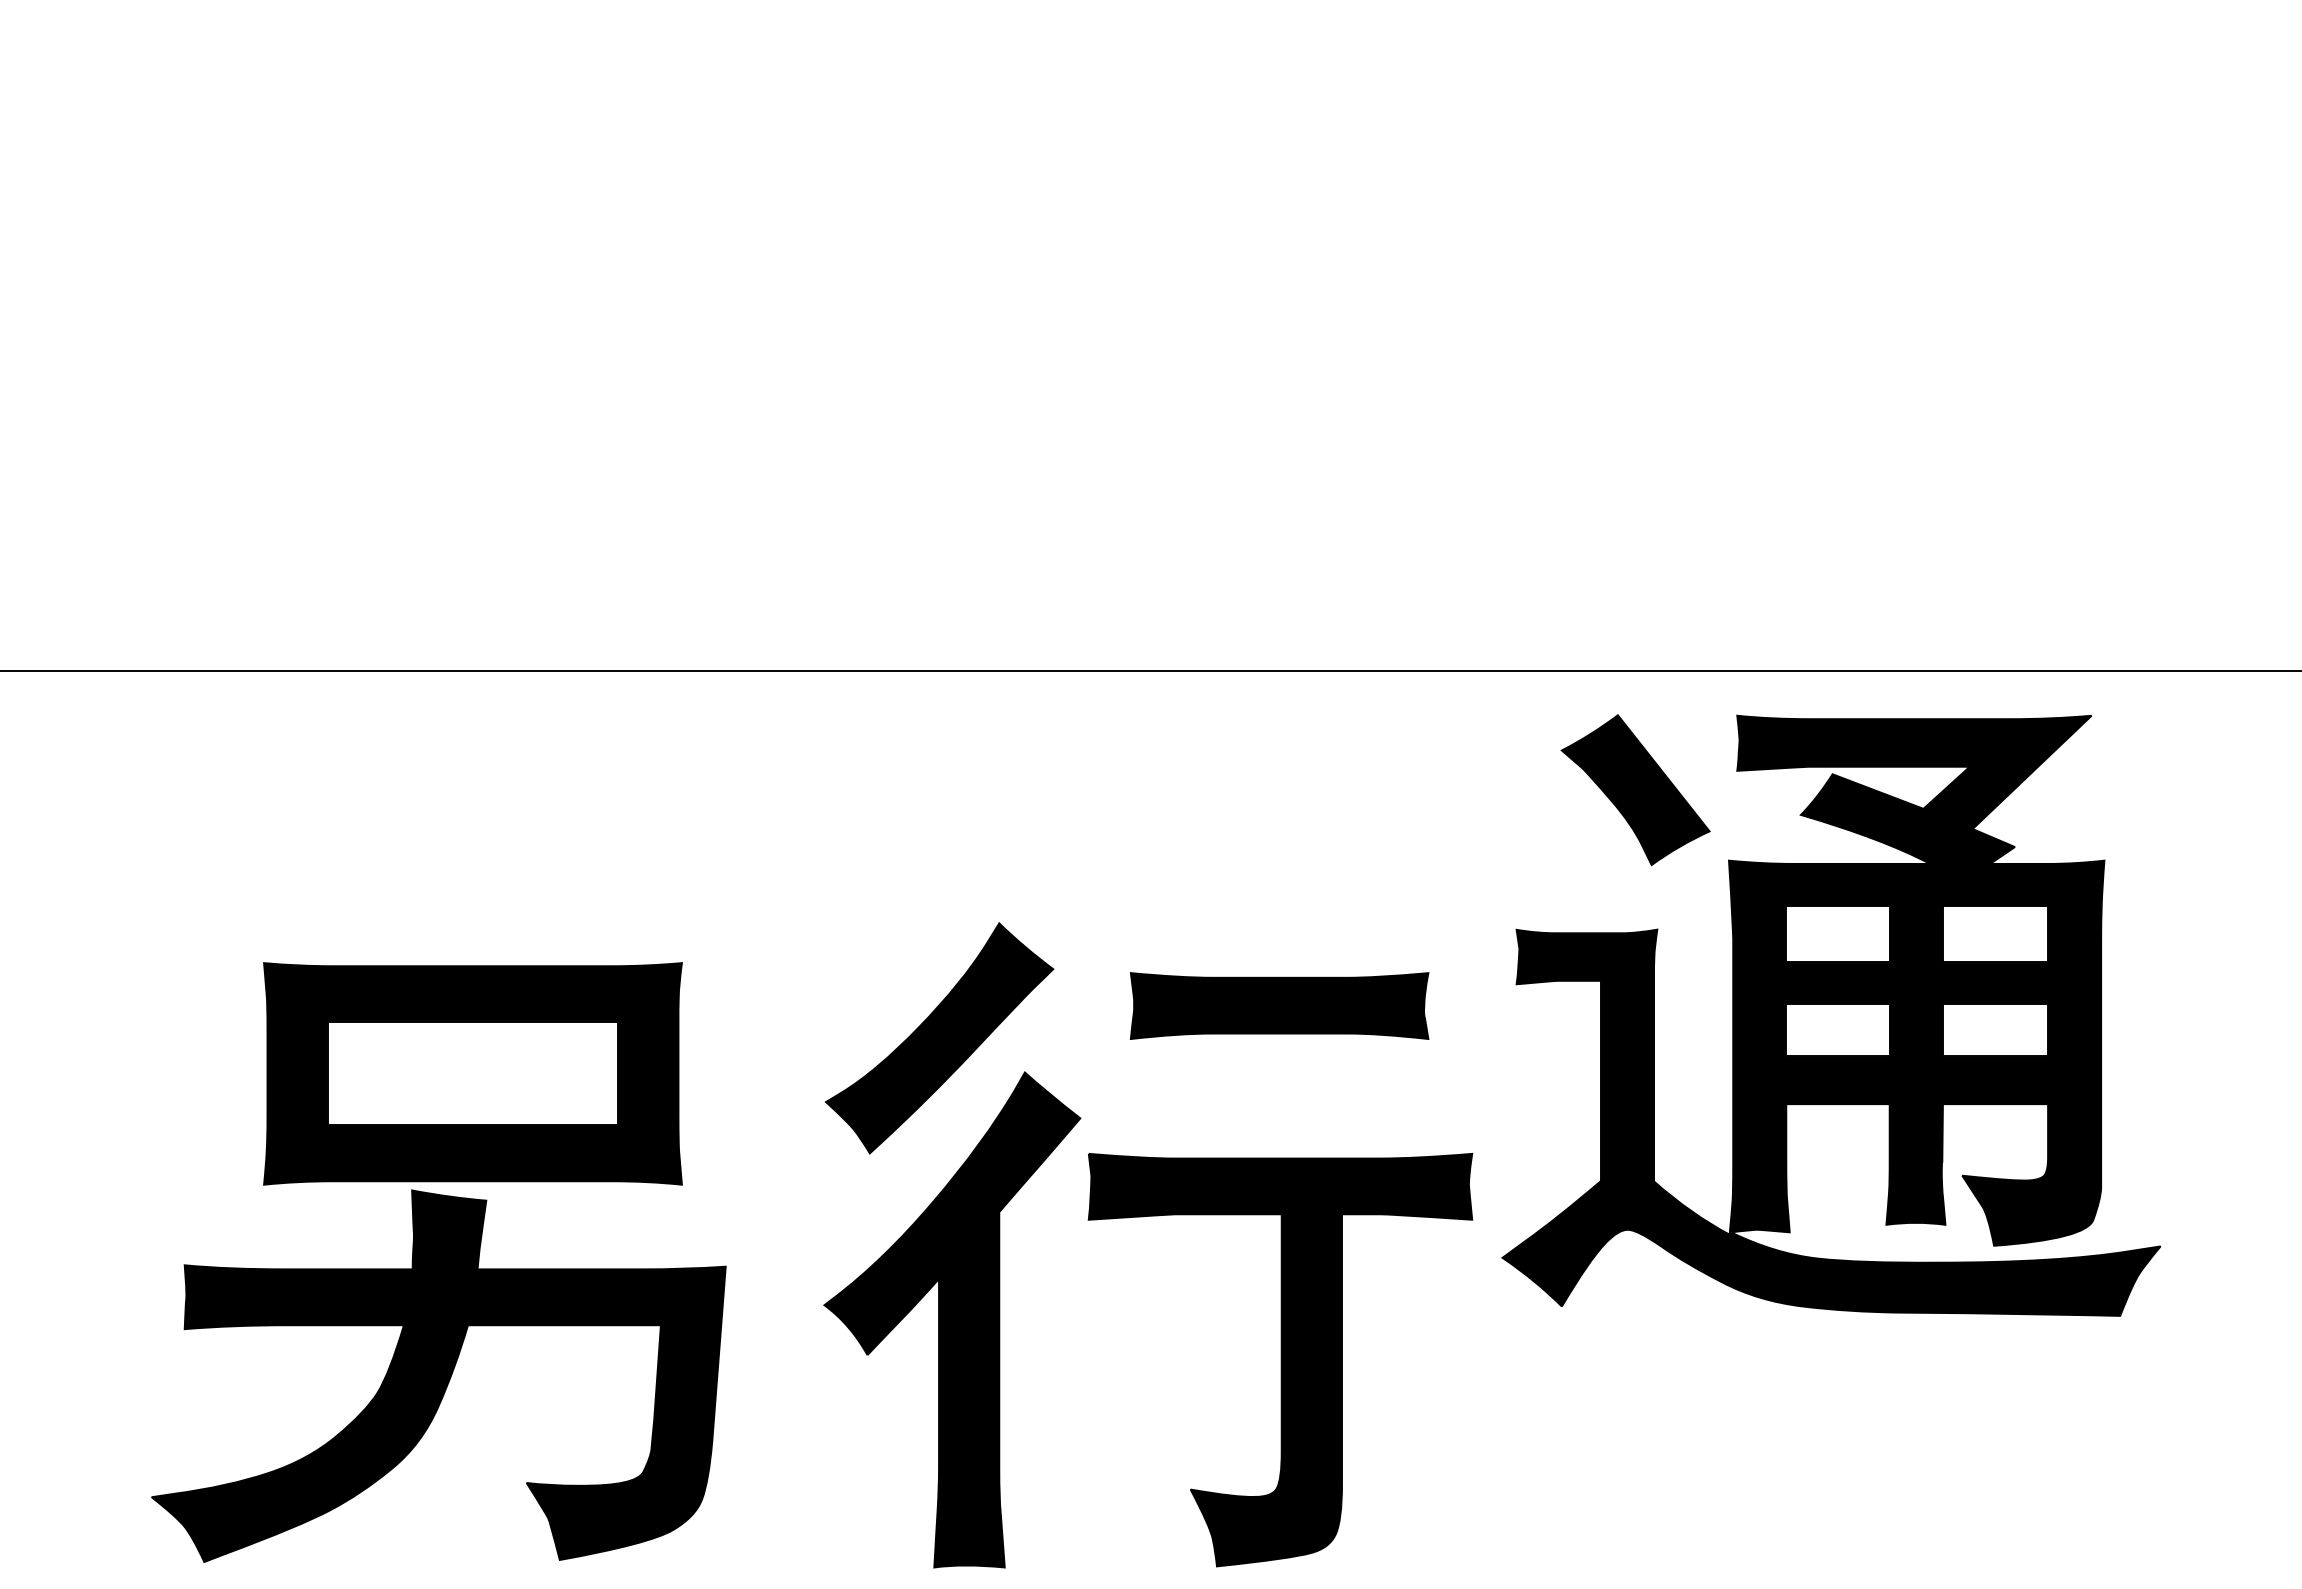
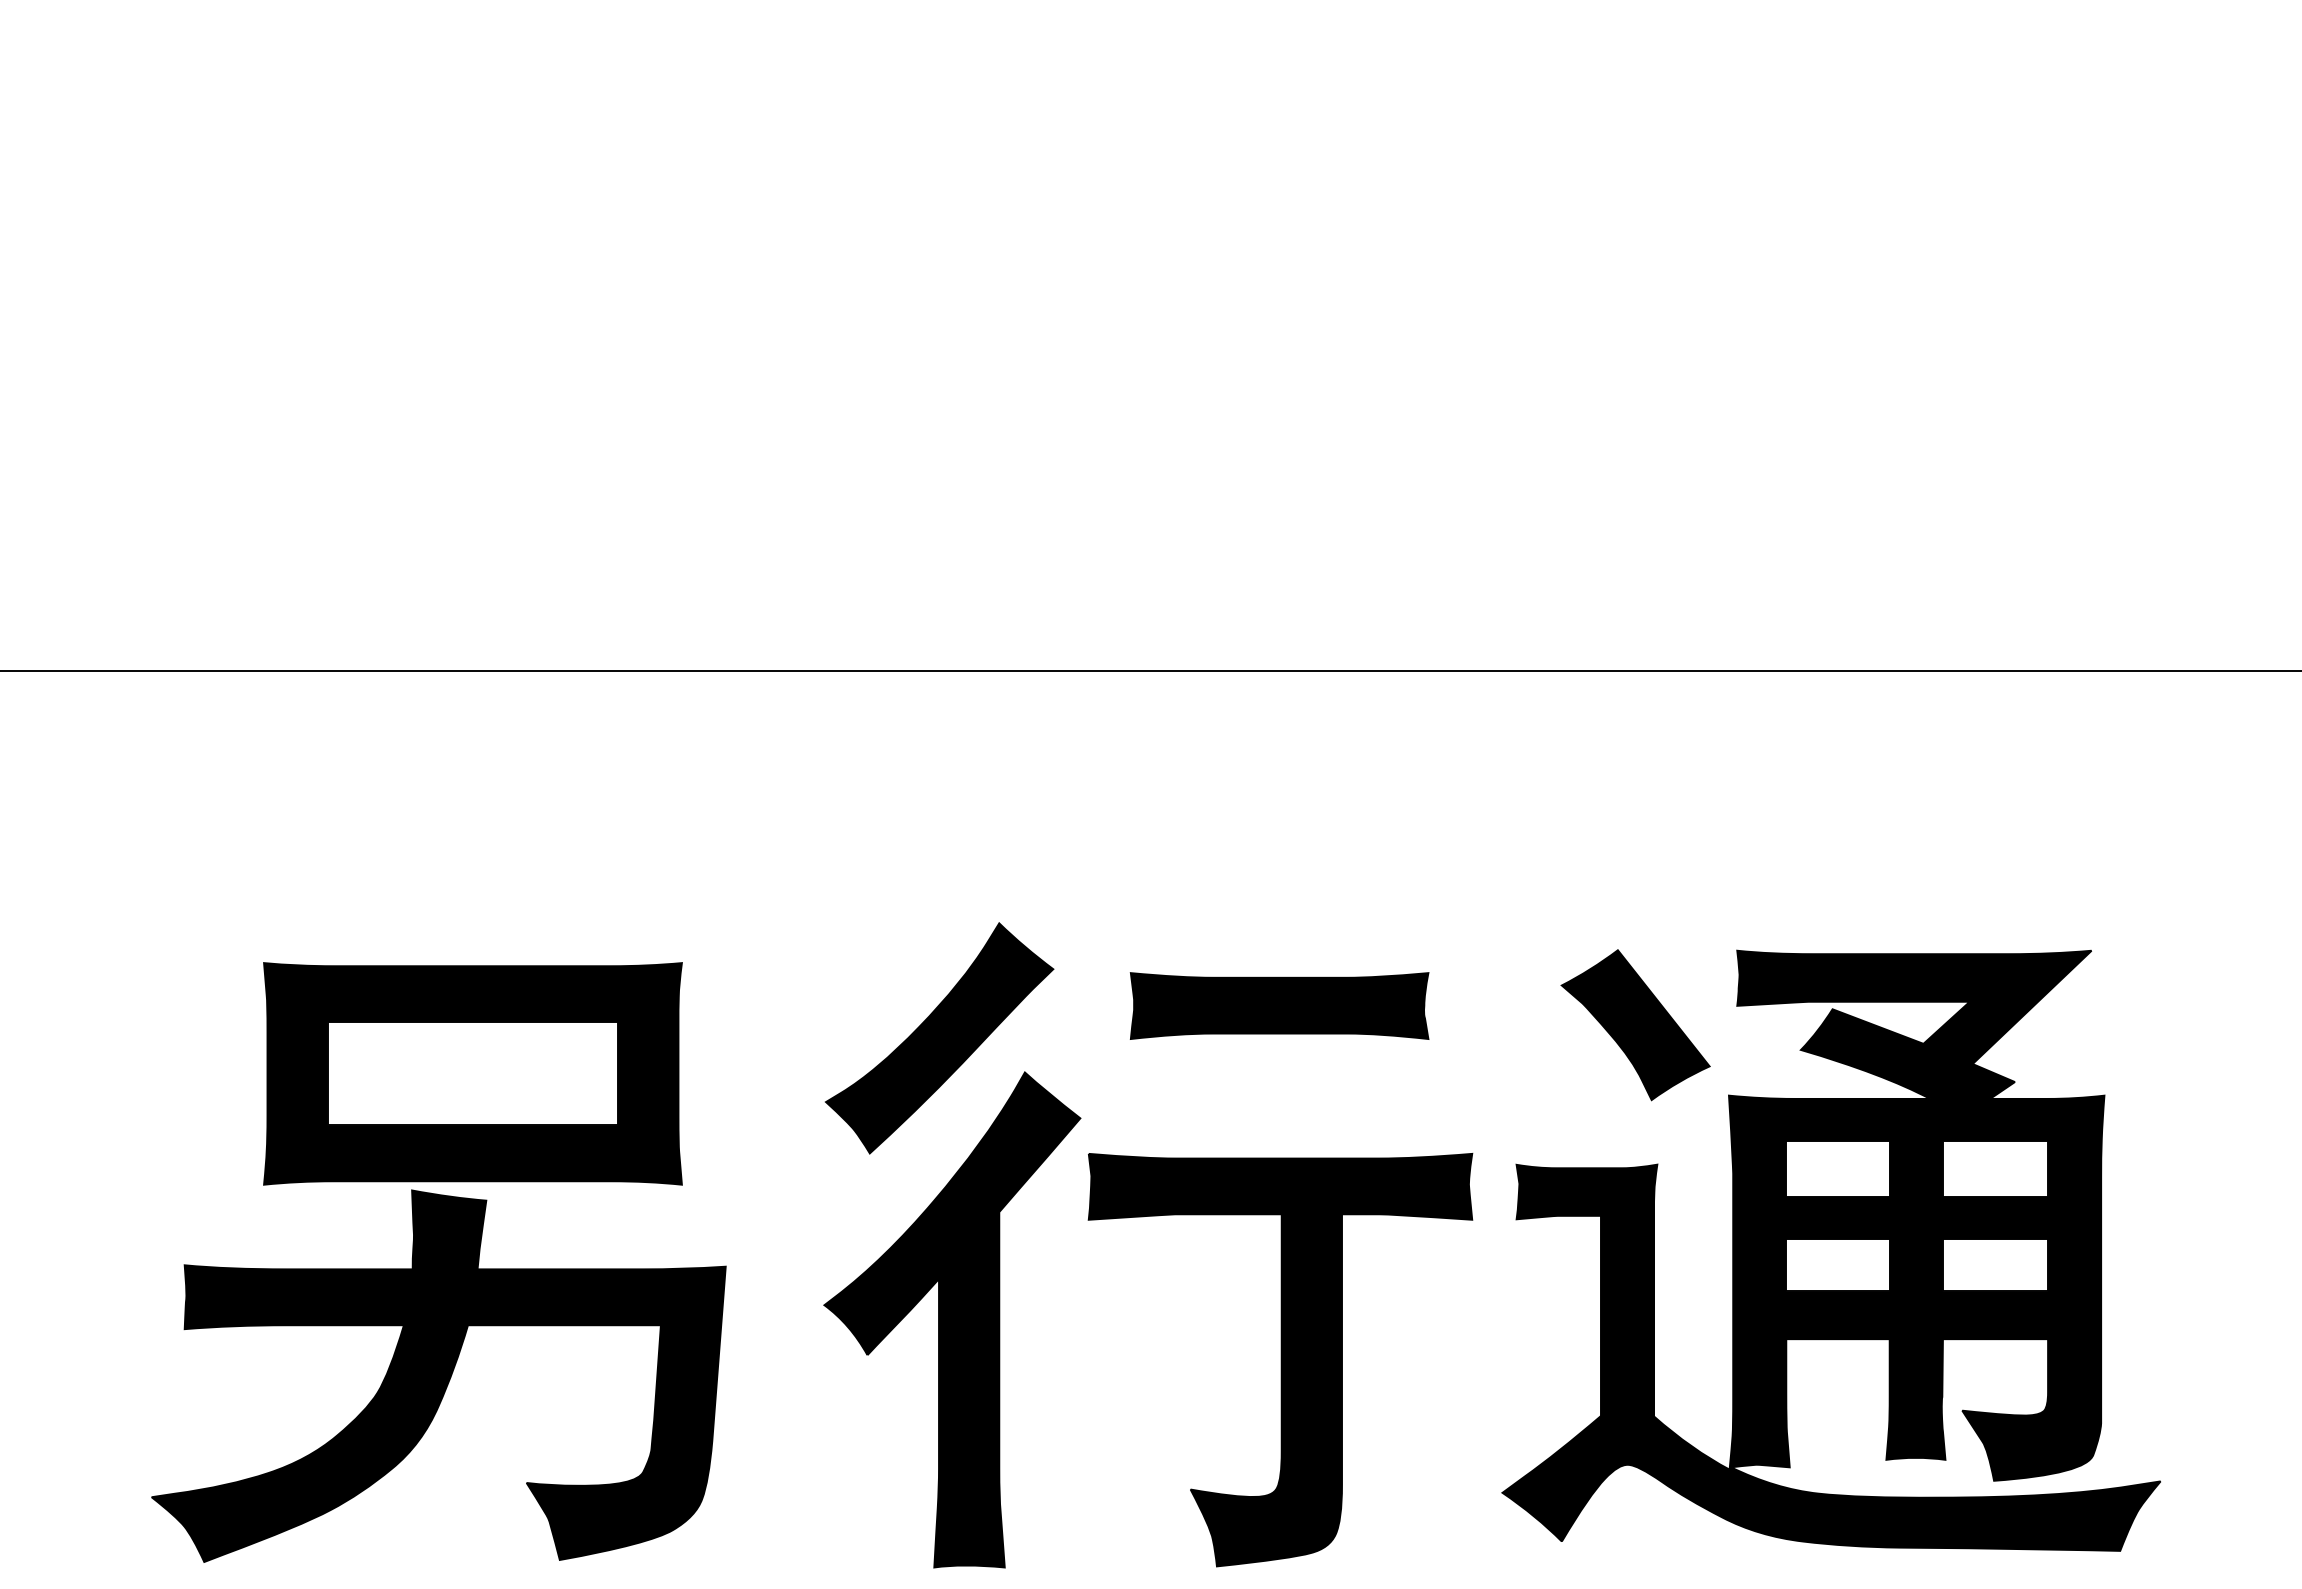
part at (1830, 1015) position: (1830, 1015) -> (1830, 1250)
